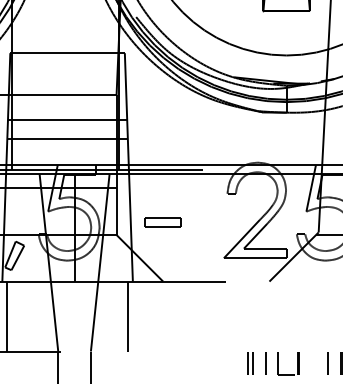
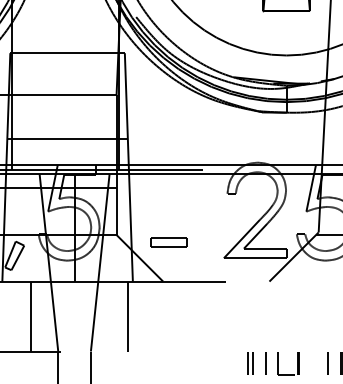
line at (67, 119): present -> none
part at (162, 222) position: (162, 222) -> (168, 242)
line at (7, 316) position: (7, 316) -> (31, 316)
